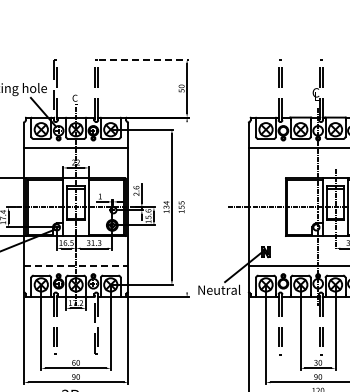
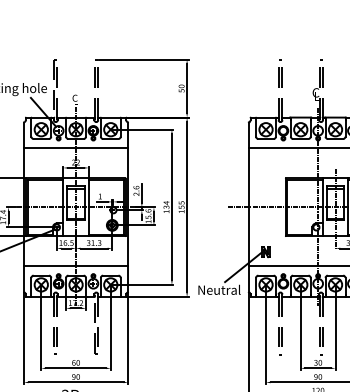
line at (143, 59): dashed -> solid
line at (187, 207): none -> present
line at (76, 266): dashed -> solid
